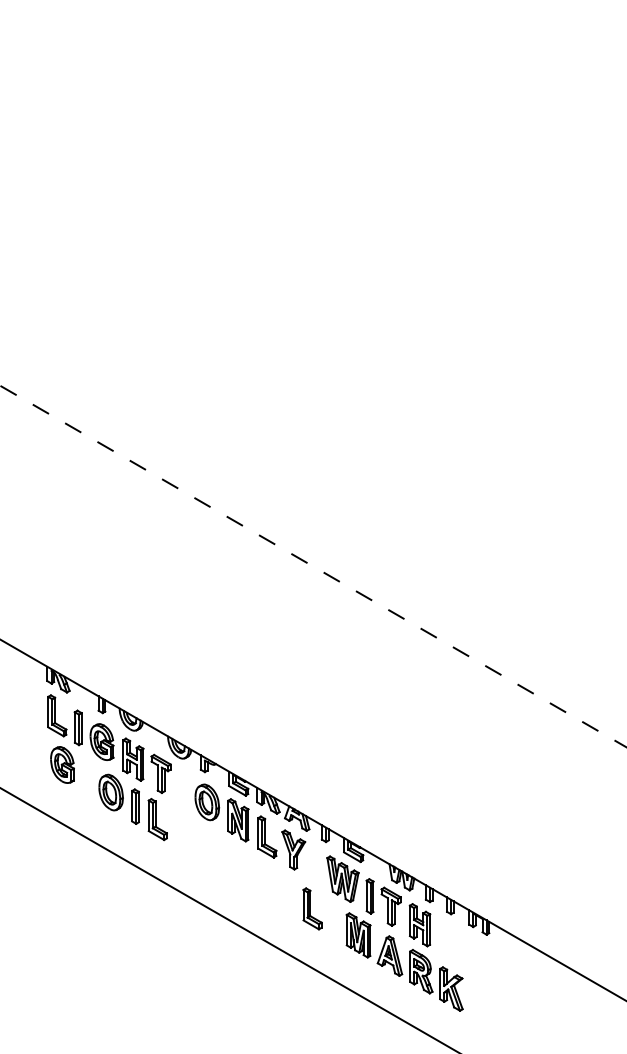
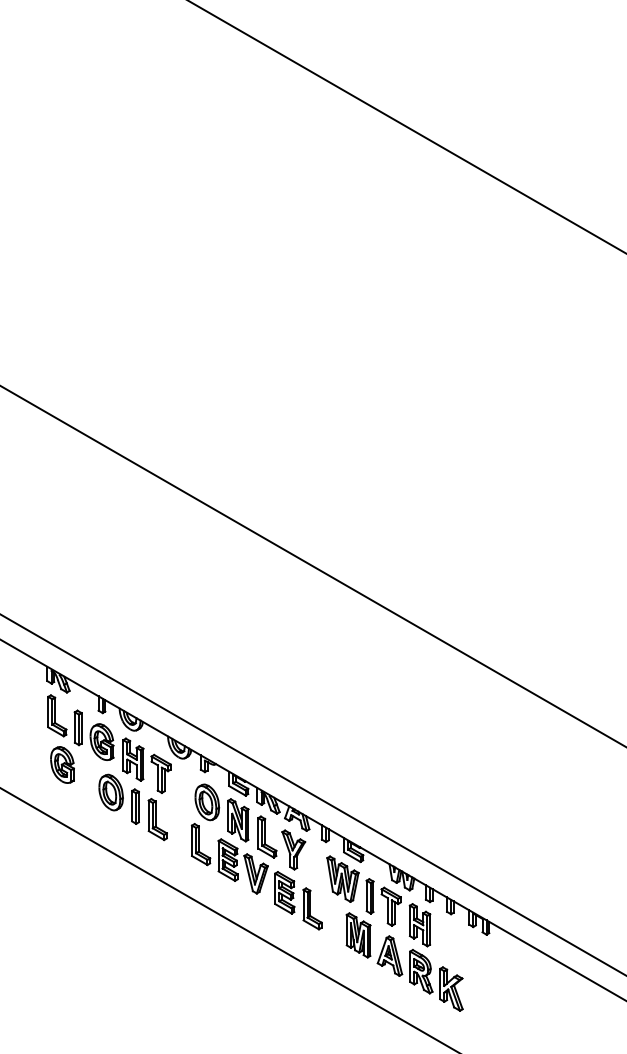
line at (406, 127): none -> present
line at (312, 566): dashed -> solid
line at (312, 794): none -> present
part at (242, 868): none -> present
